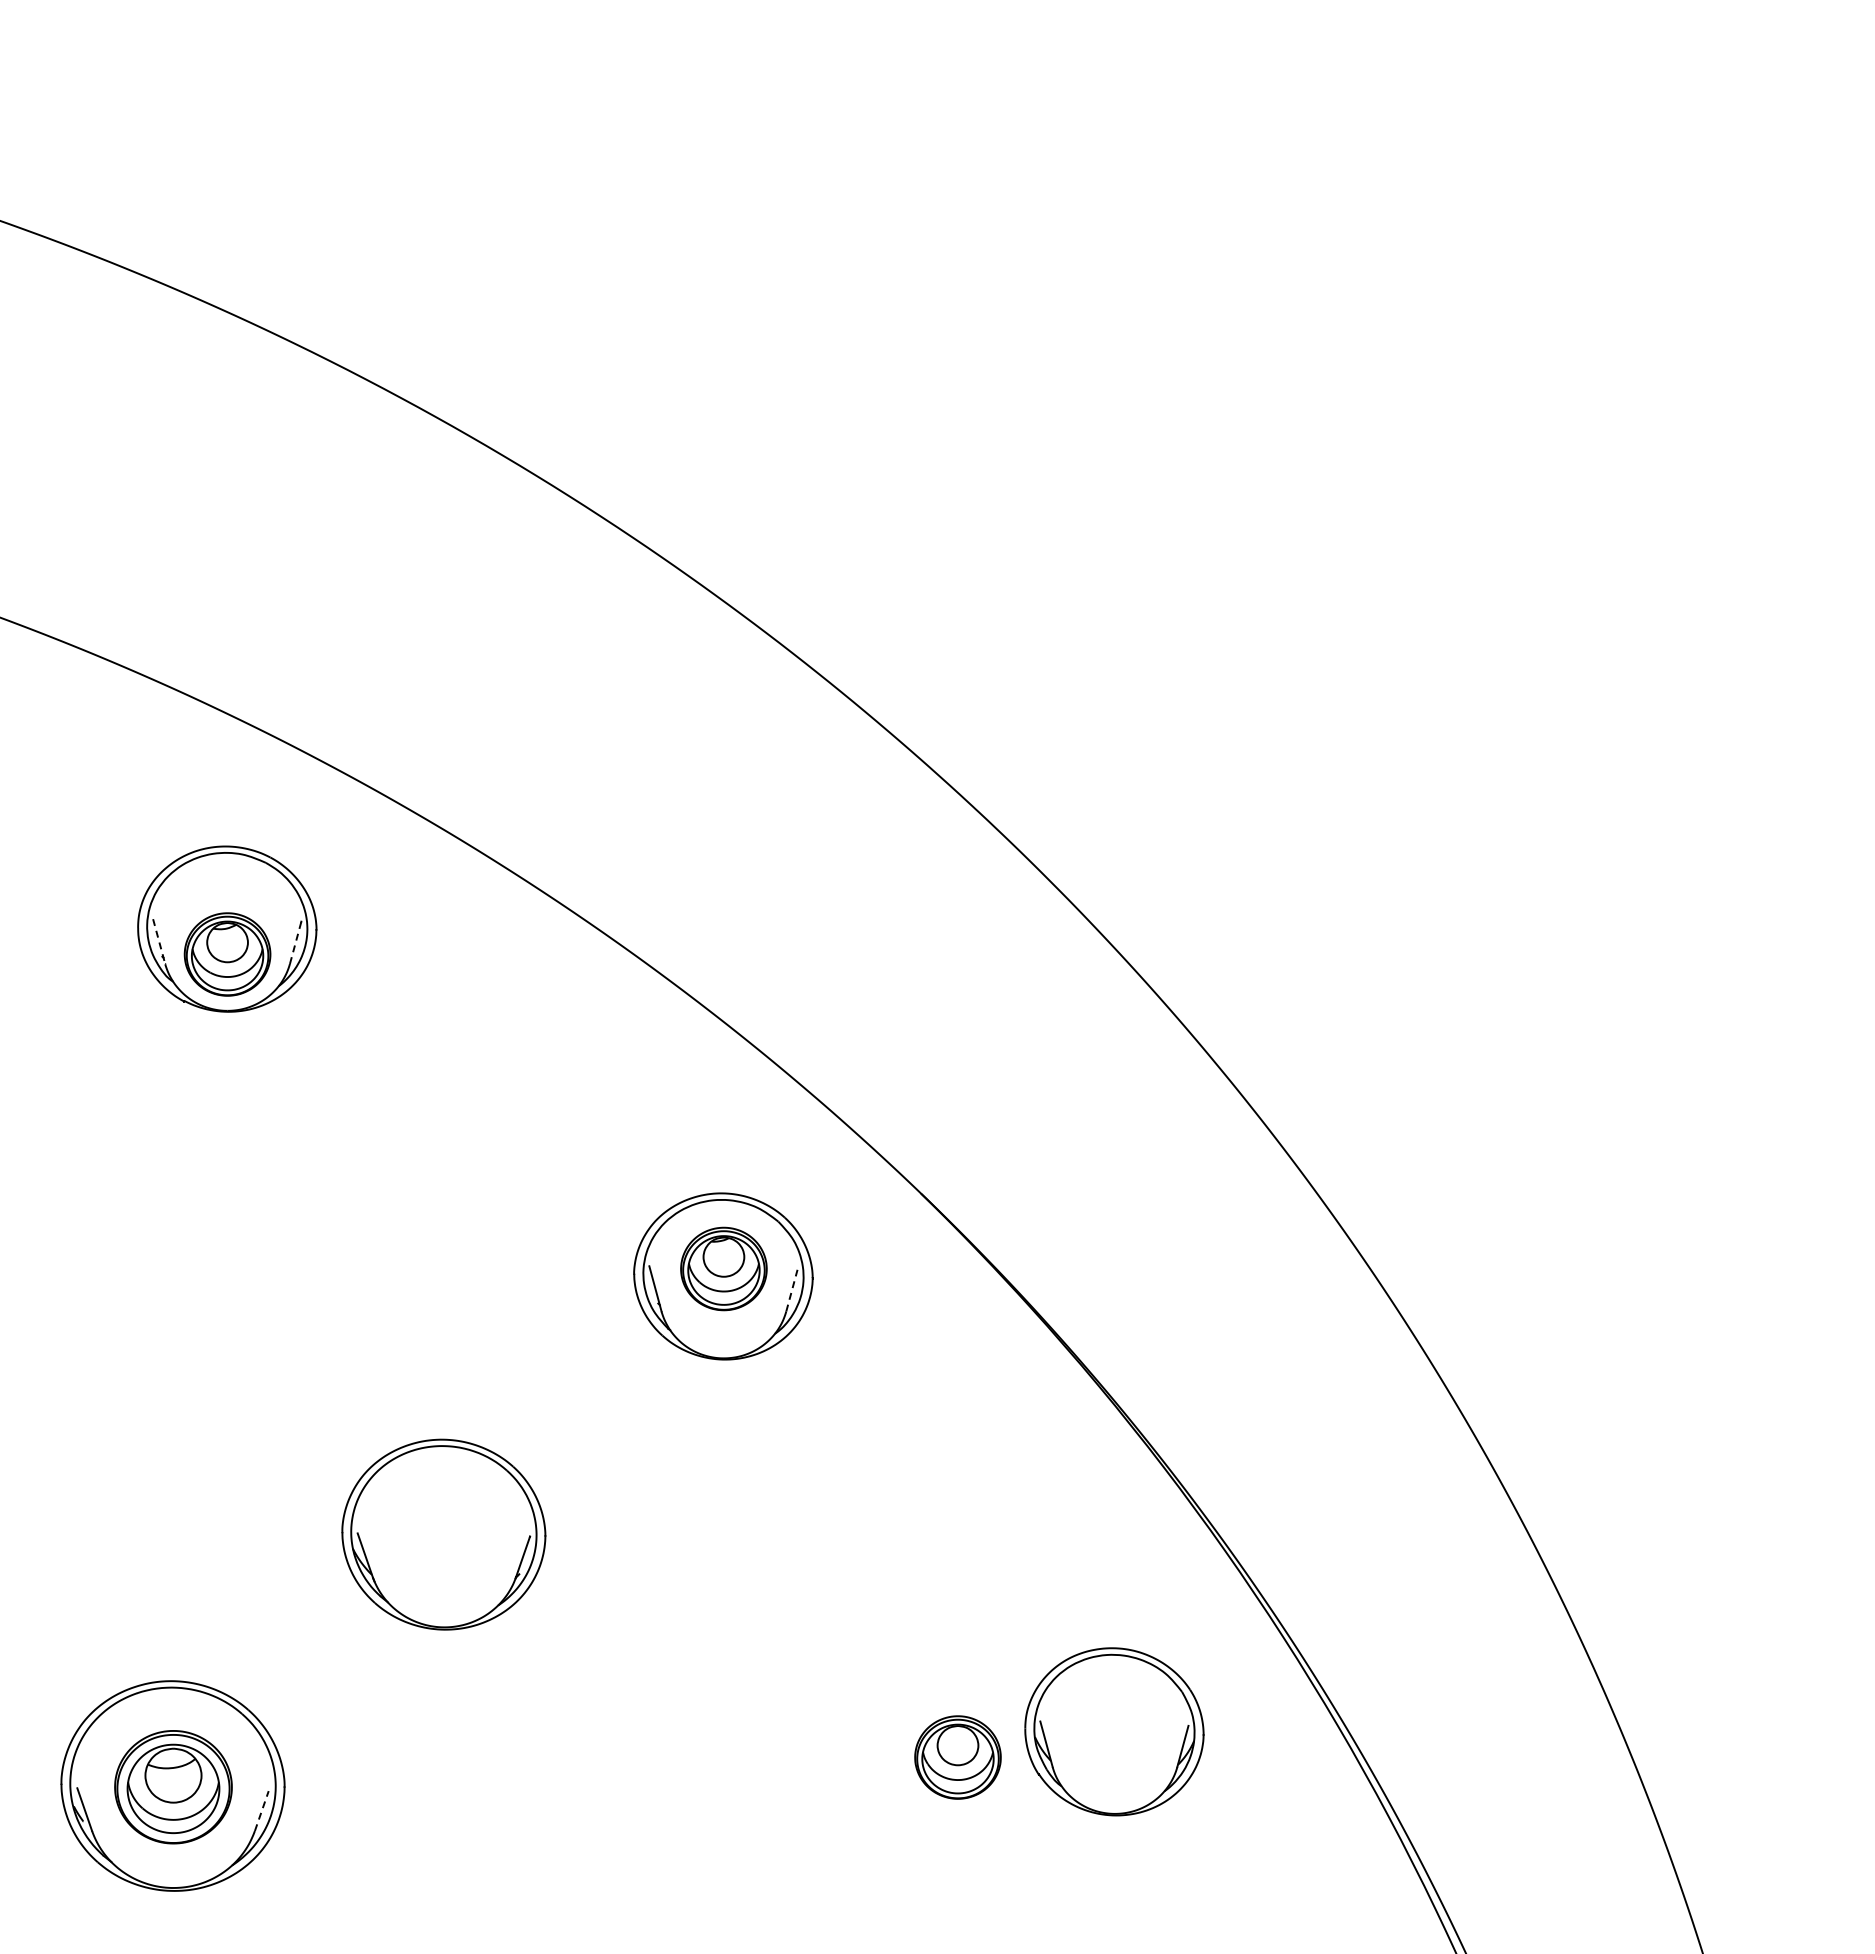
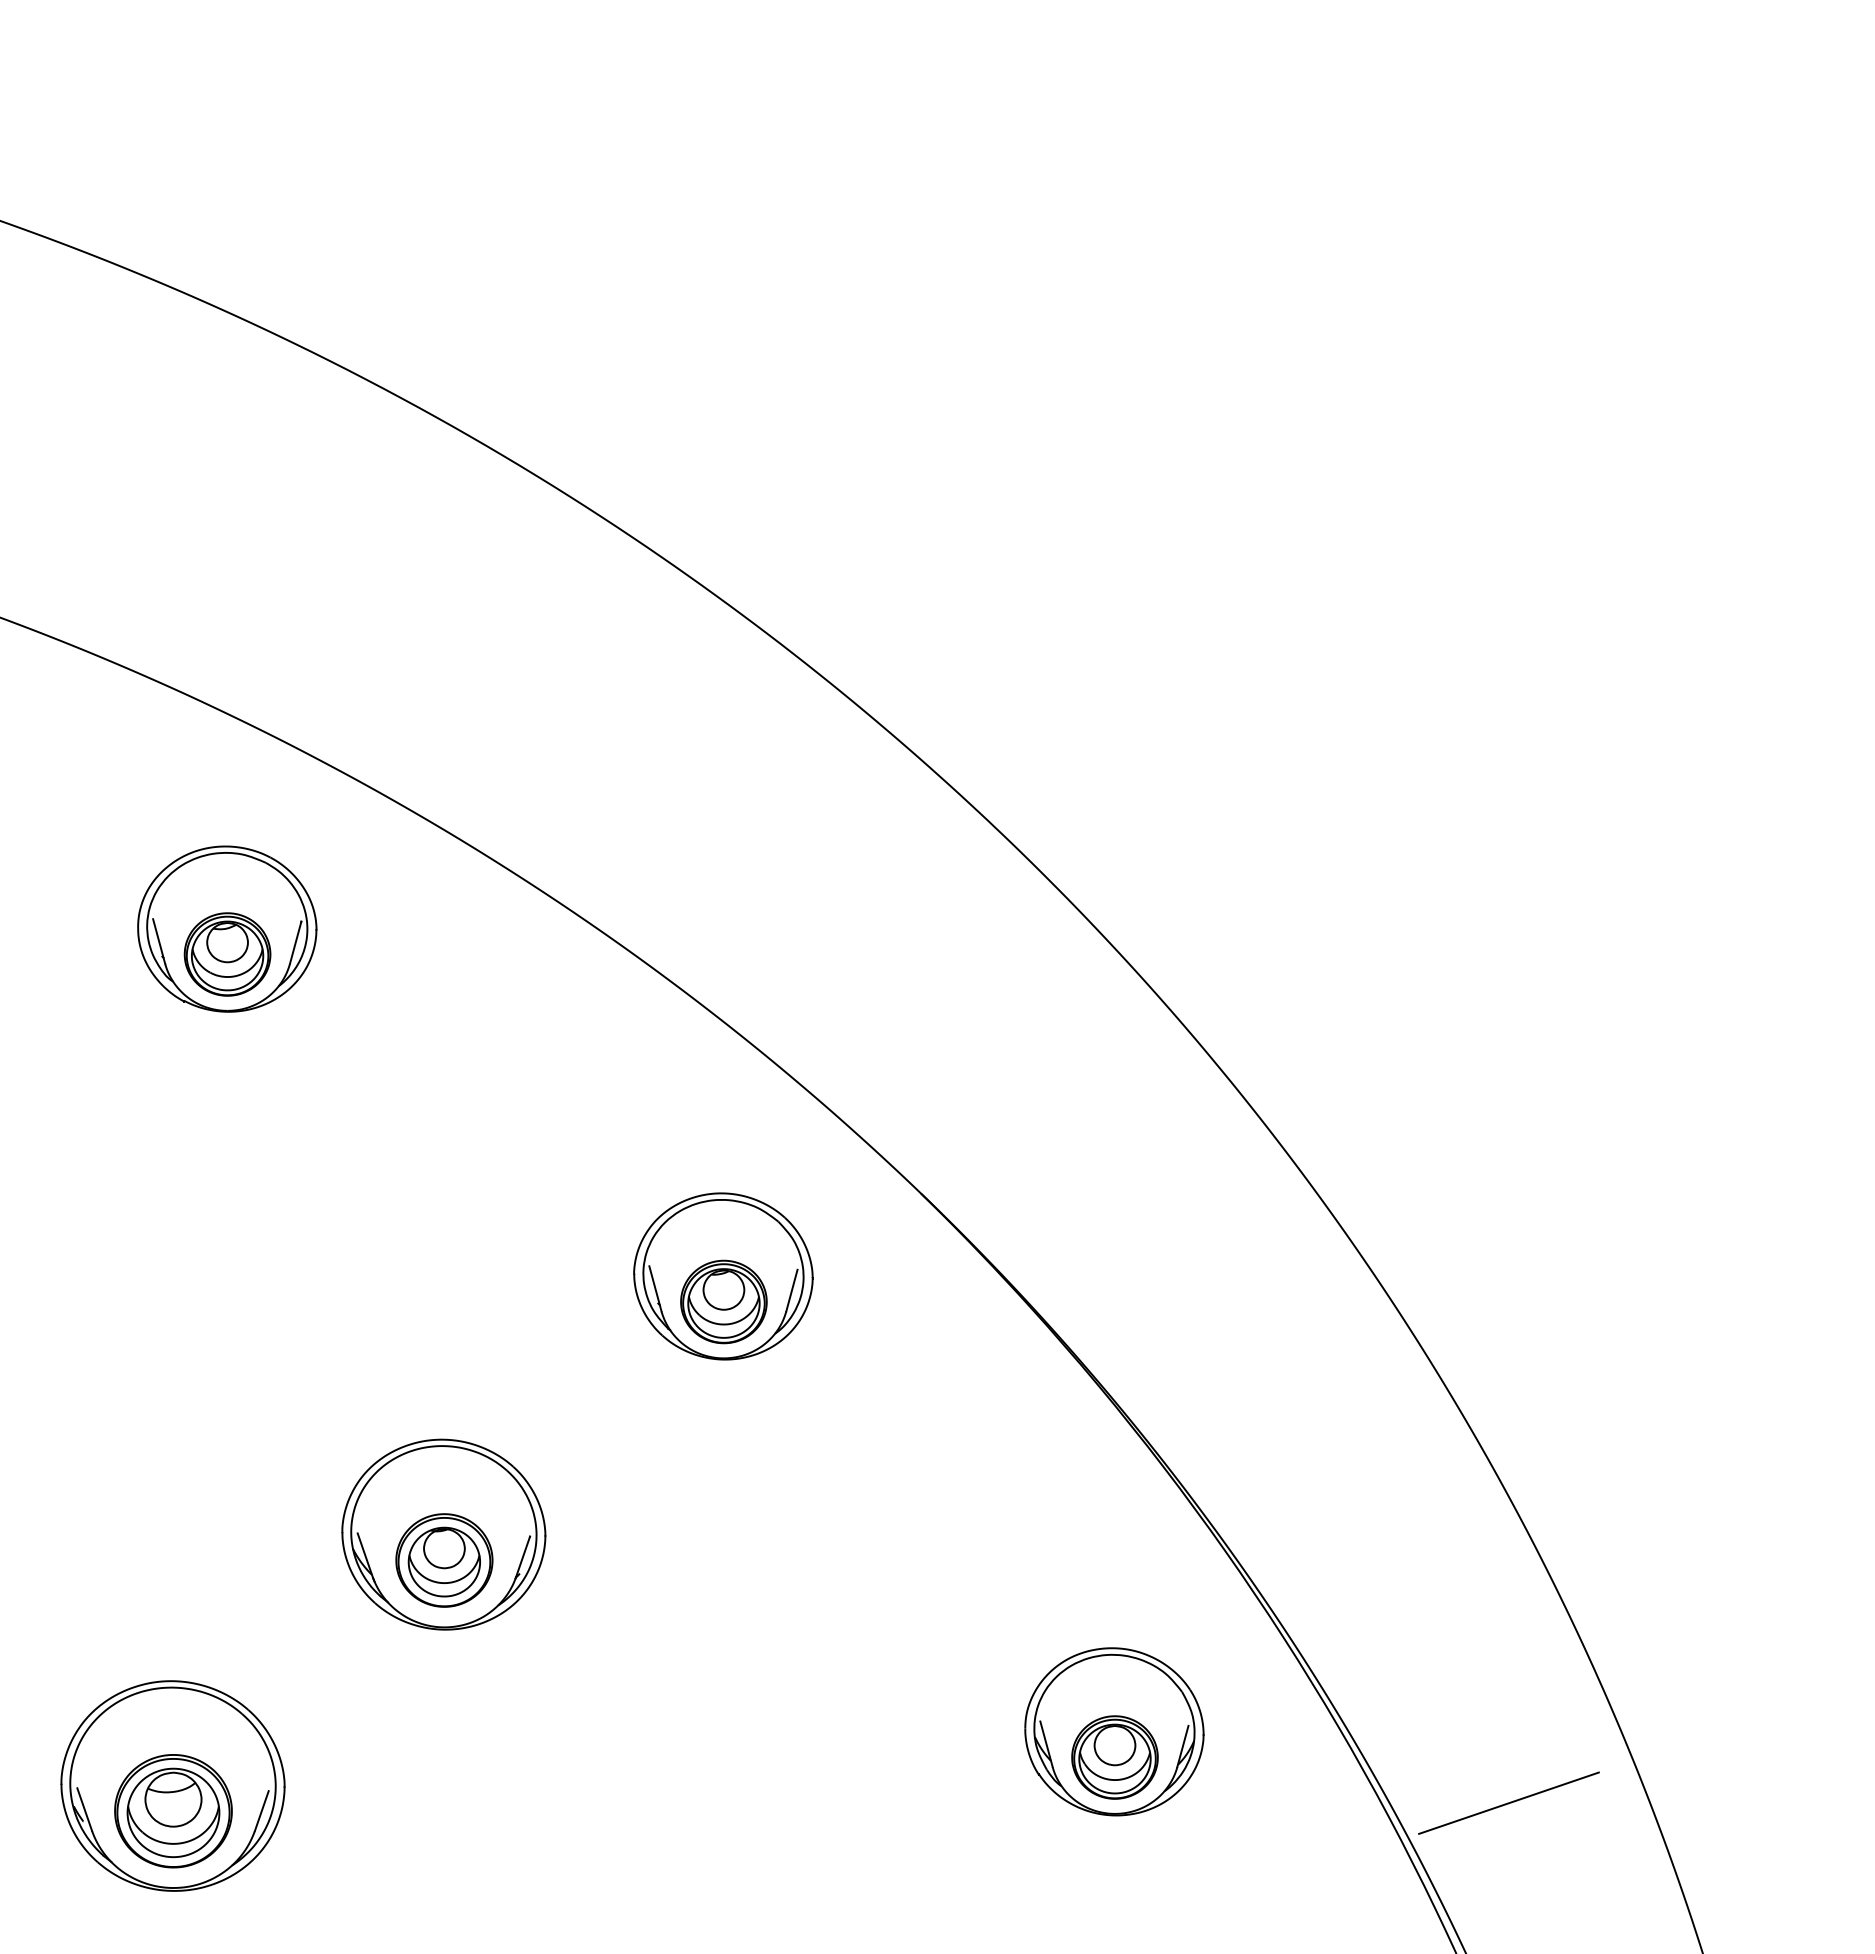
line at (159, 942): dashed -> solid
line at (295, 942): dashed -> solid
part at (723, 1268) position: (723, 1268) -> (723, 1301)
line at (791, 1290): dashed -> solid
part at (444, 1560): none -> present
part at (957, 1757) position: (957, 1757) -> (1114, 1757)
part at (173, 1787) position: (173, 1787) -> (173, 1811)
line at (1508, 1802): none -> present
line at (261, 1810): dashed -> solid
